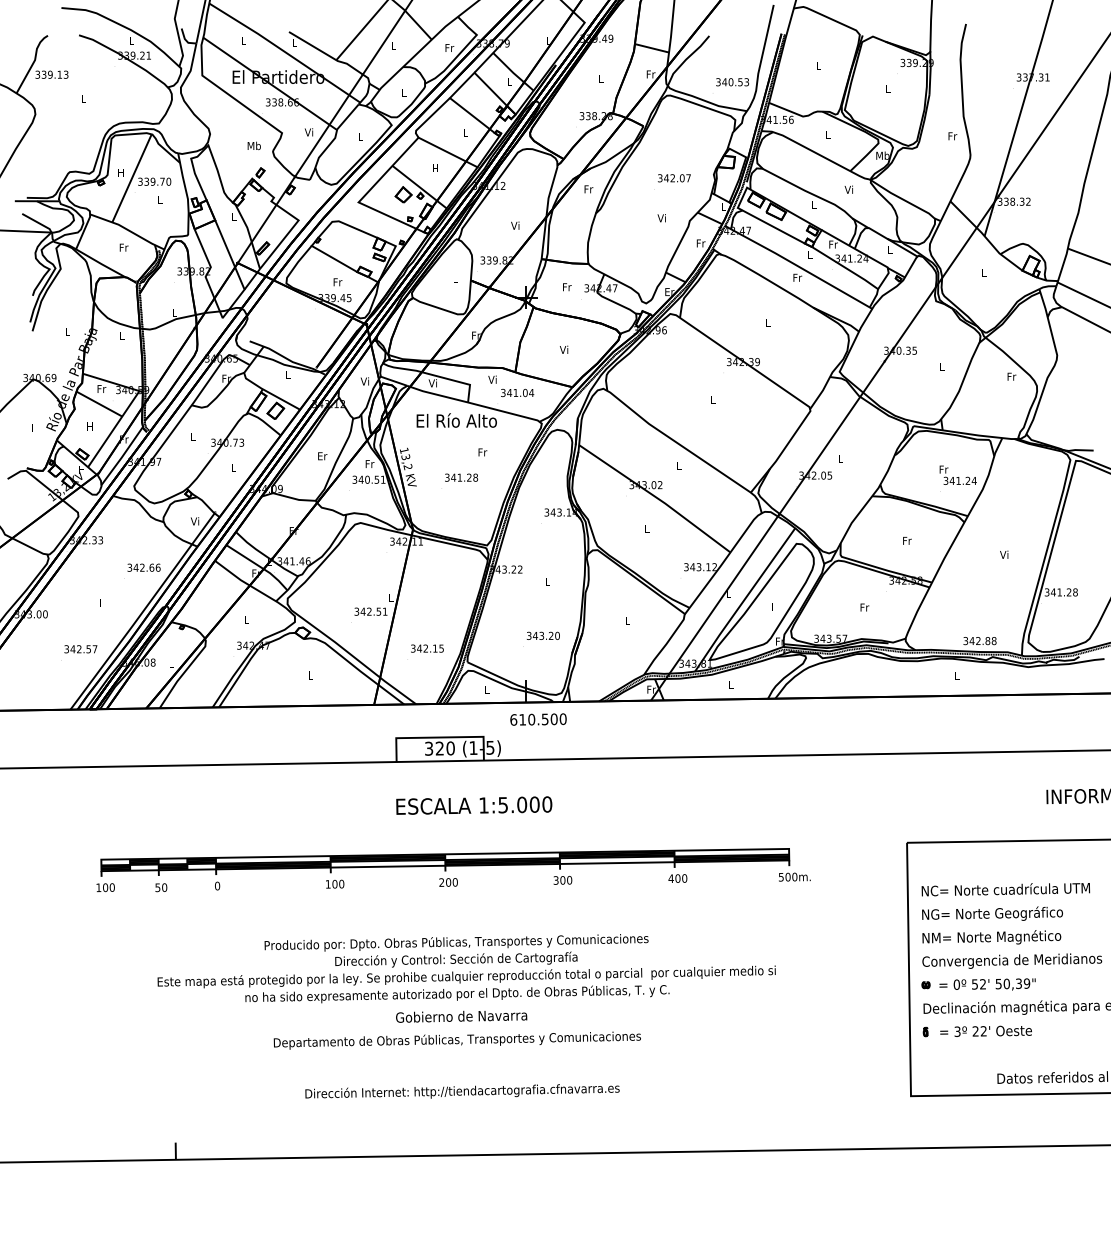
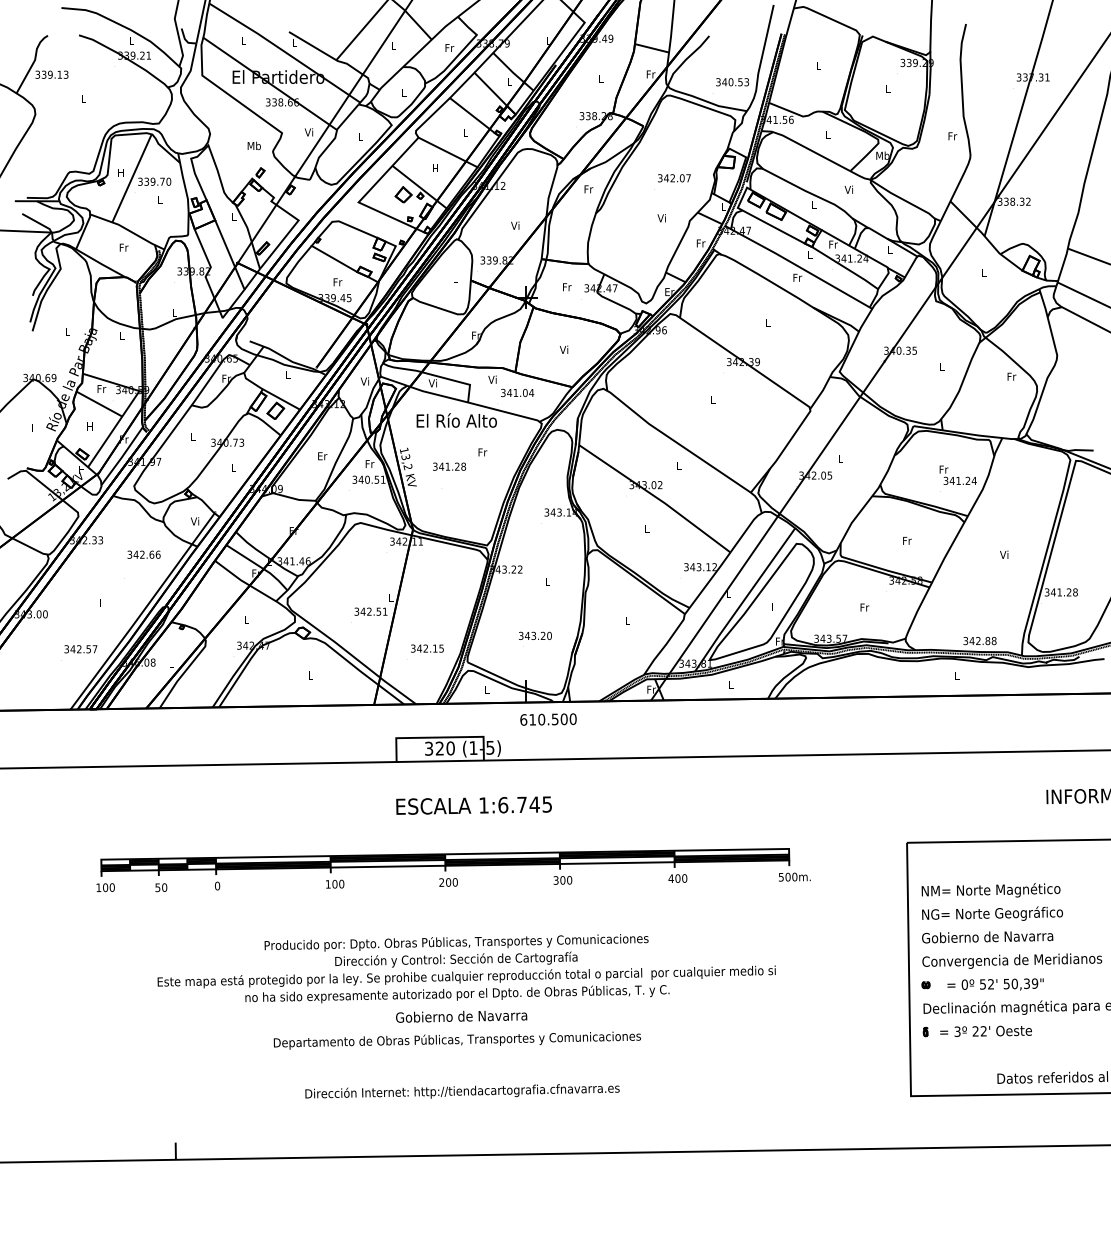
text at (461, 477) position: (461, 477) -> (449, 466)
text at (143, 567) position: (143, 567) -> (143, 554)
text at (542, 635) position: (542, 635) -> (534, 635)
text at (538, 719) position: (538, 719) -> (548, 719)
text at (525, 804): 1:5.000 -> 1:6.745
text at (1010, 890): NC= Norte cuadrícula UTM -> NM= Norte Magnético
text at (991, 937): NM= Norte Magnético -> Gobierno de Navarra
text at (987, 984) position: (987, 984) -> (995, 984)
